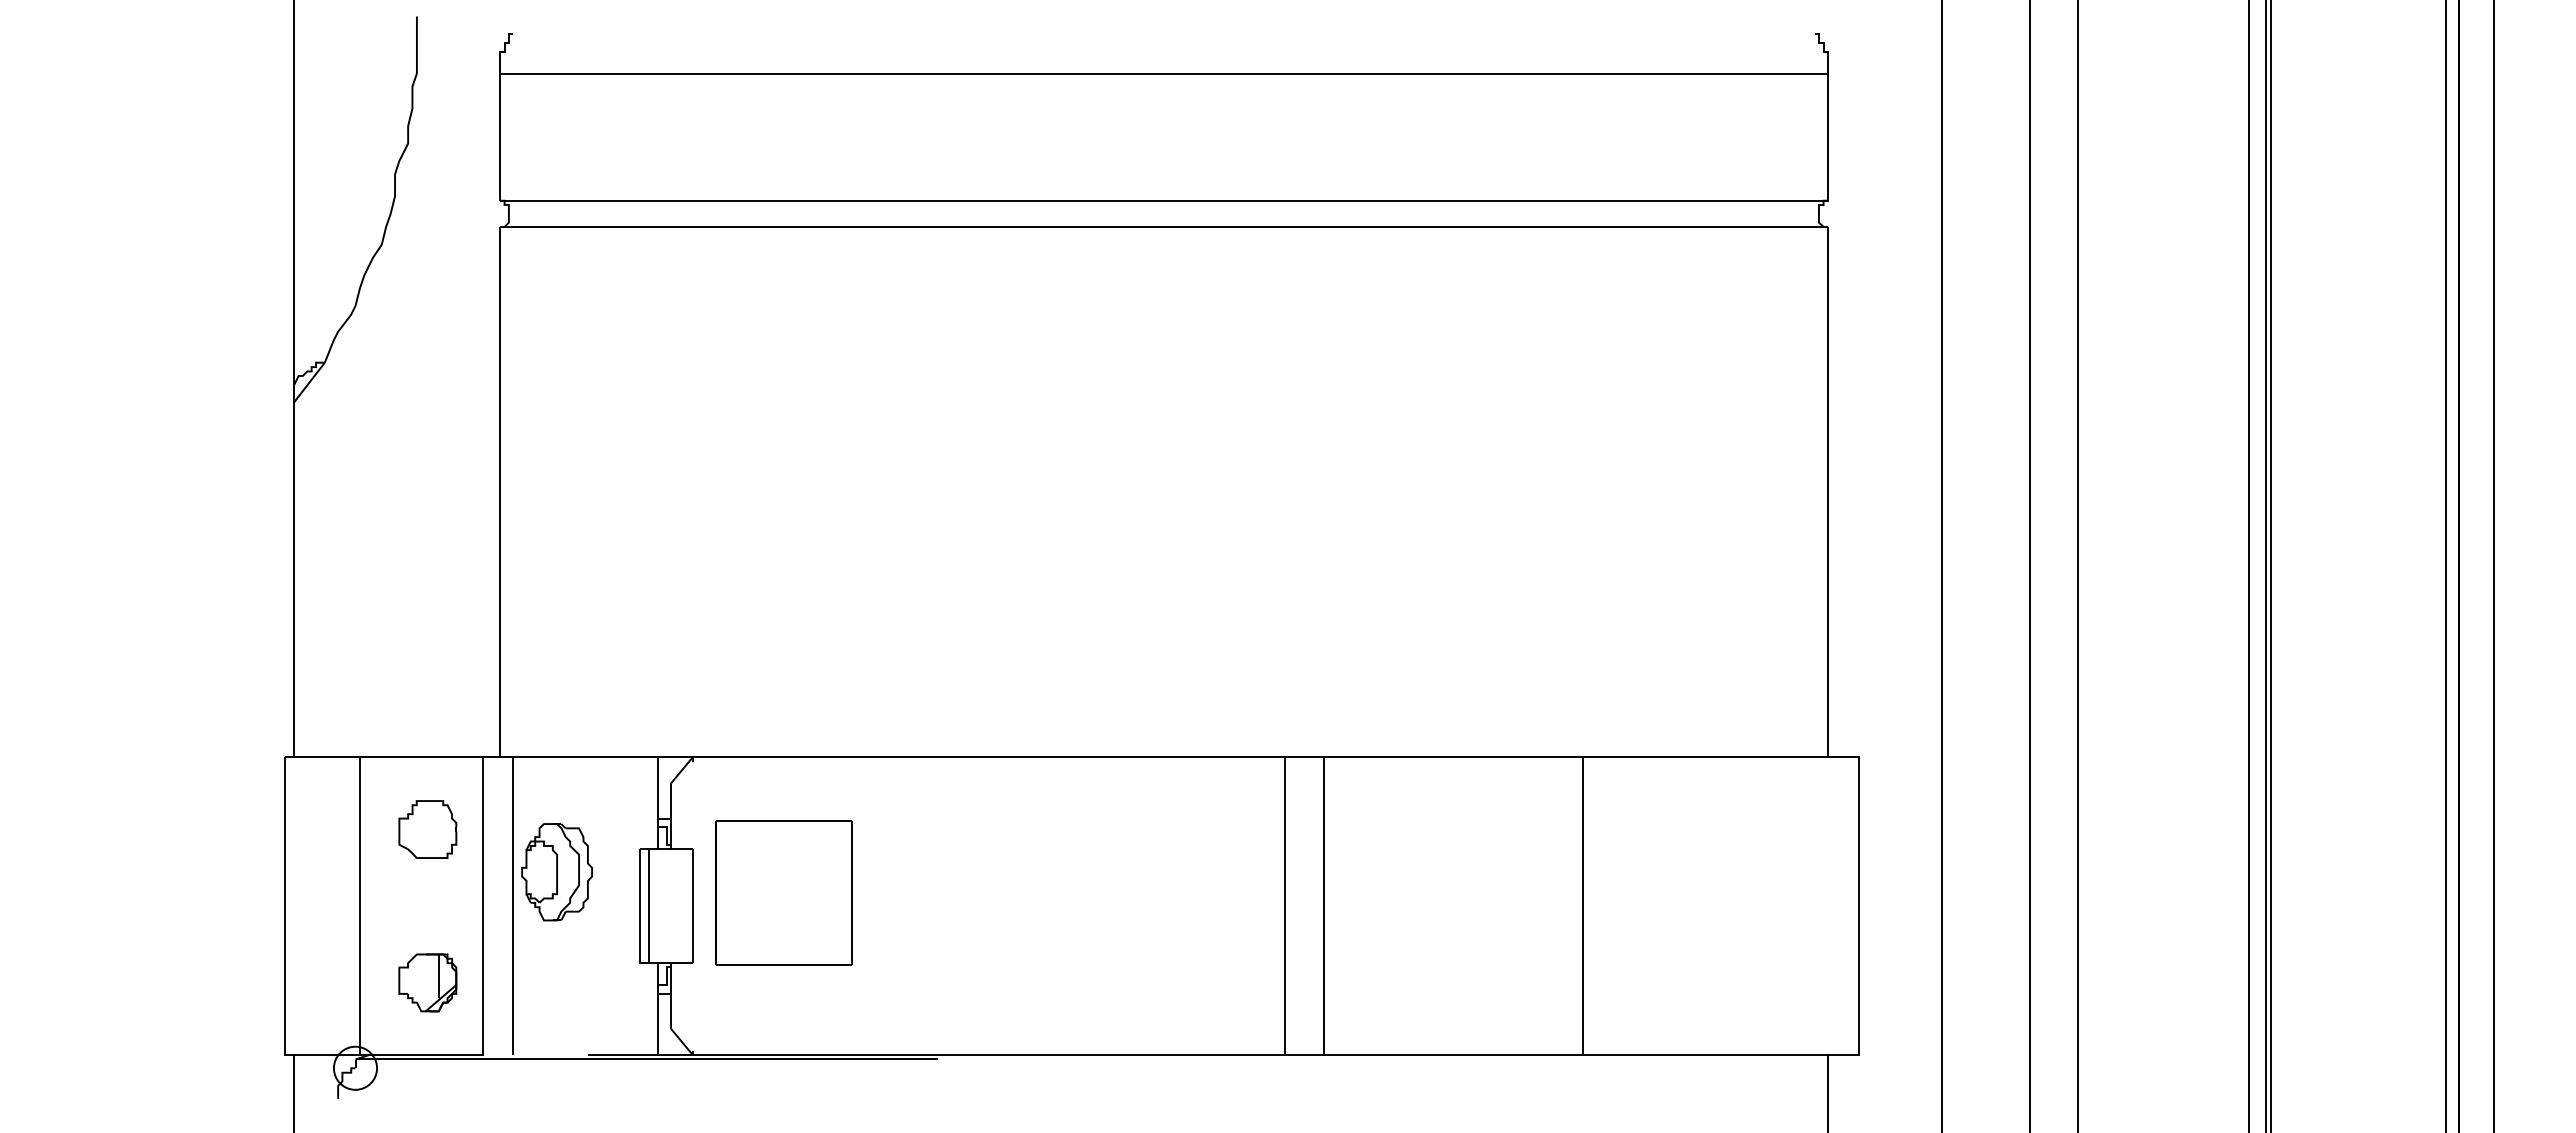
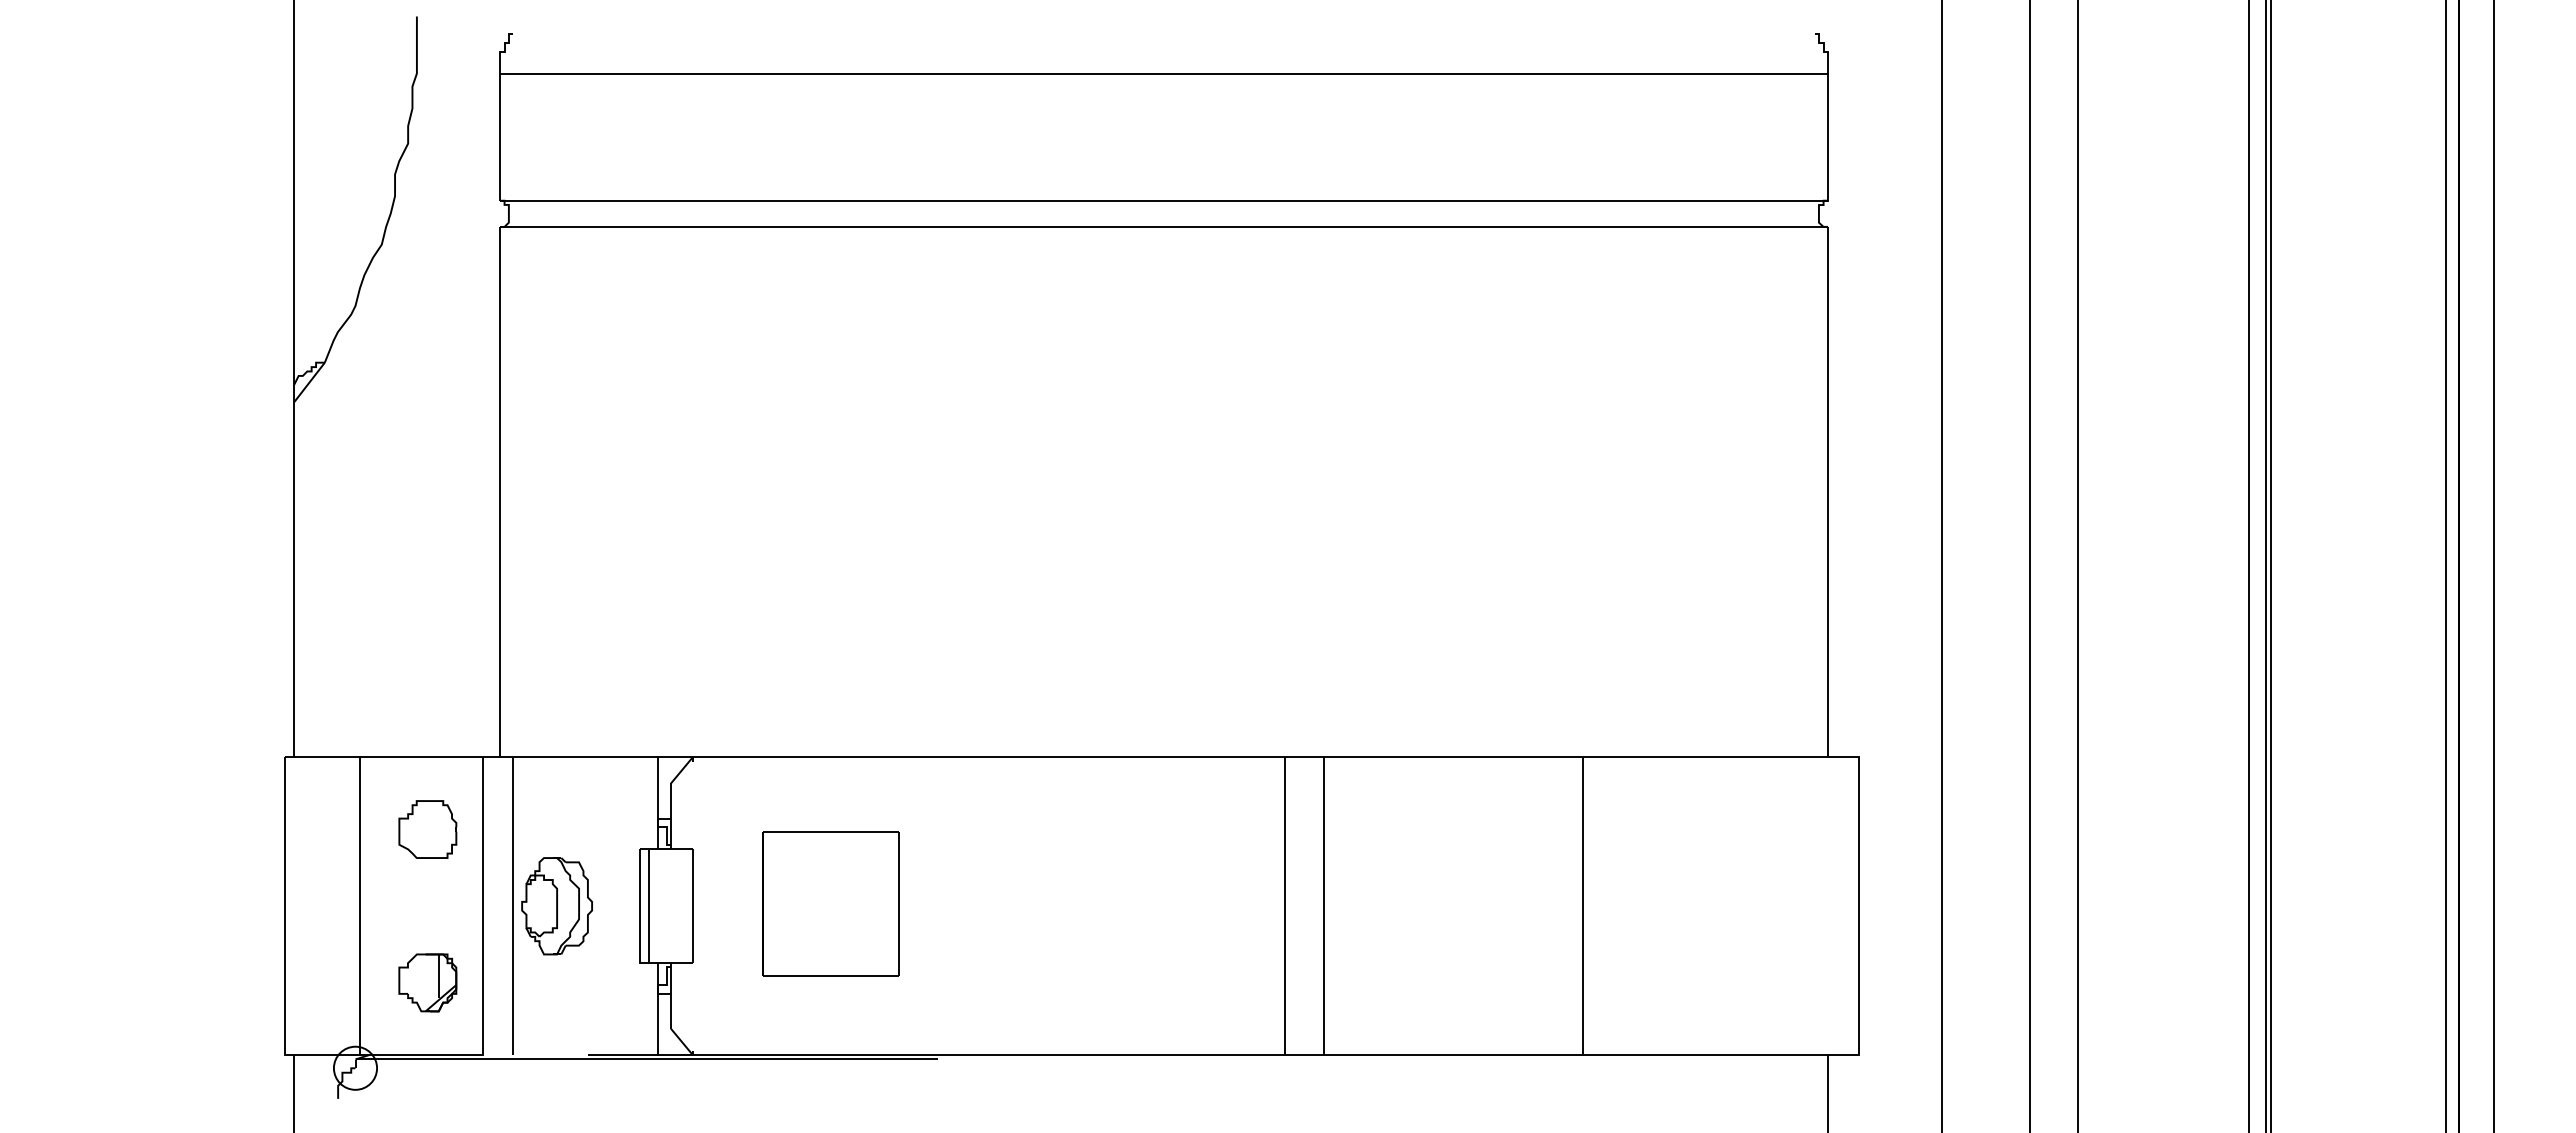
part at (556, 872) position: (556, 872) -> (556, 906)
part at (783, 892) position: (783, 892) -> (830, 903)
